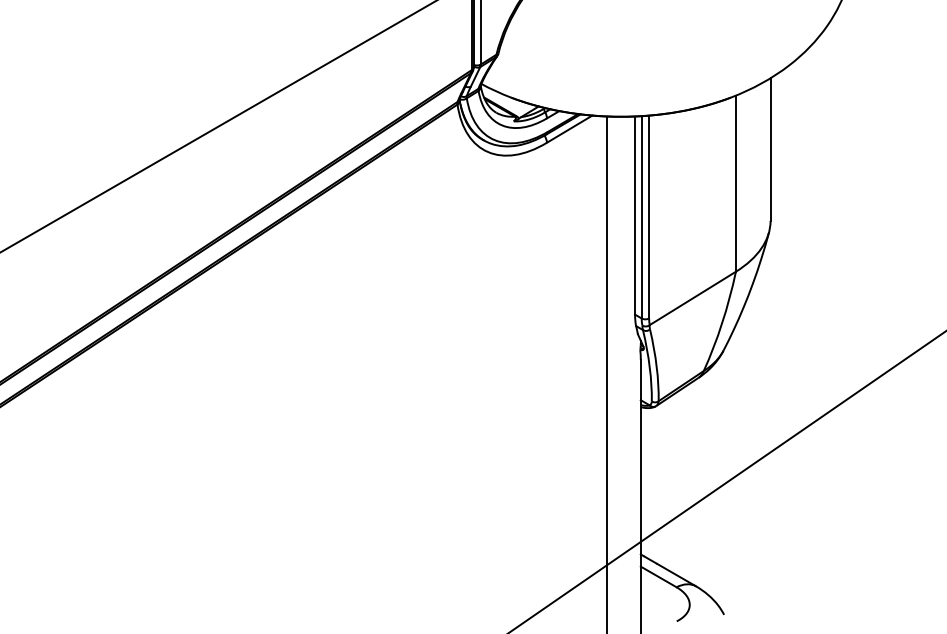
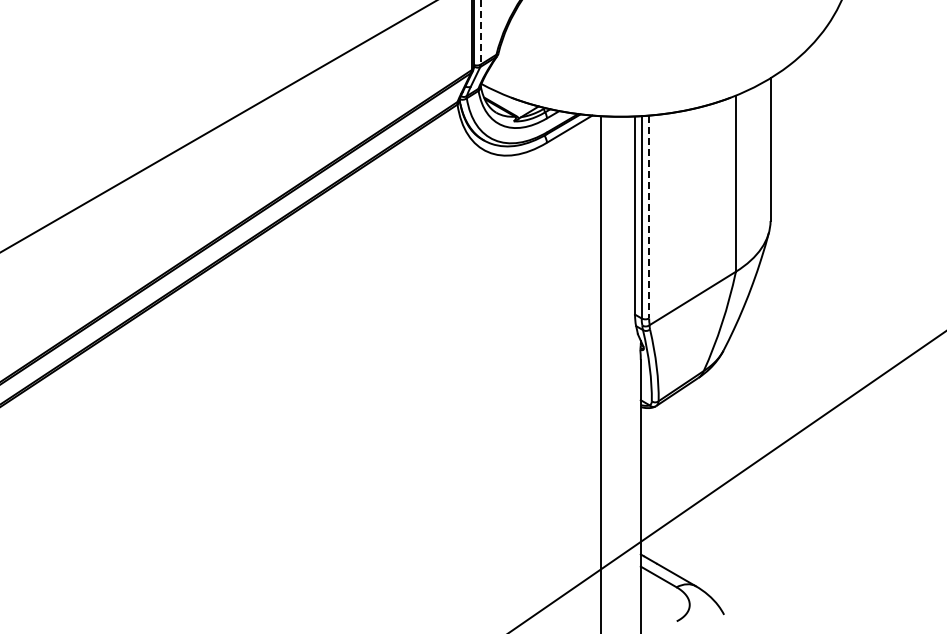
line at (480, 32): solid -> dashed
line at (649, 217): solid -> dashed
line at (606, 373) position: (606, 373) -> (600, 373)
